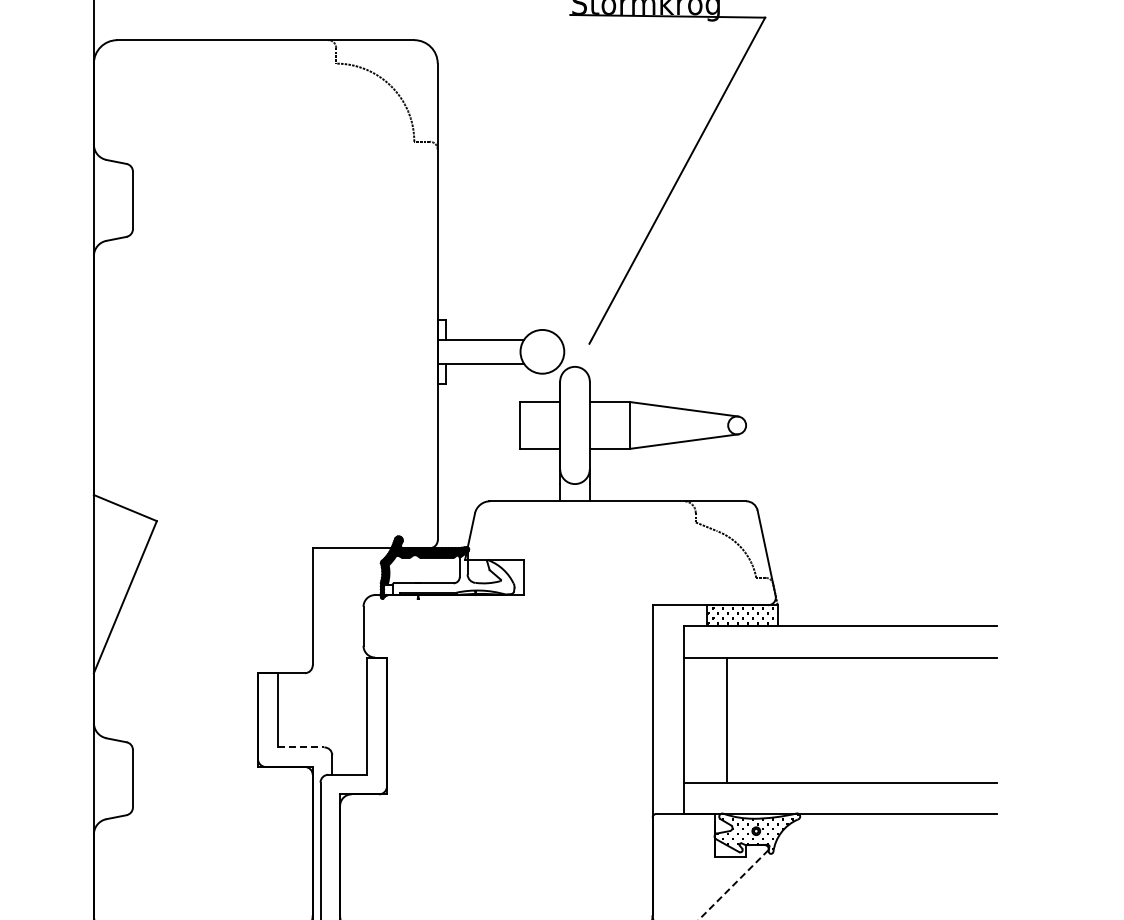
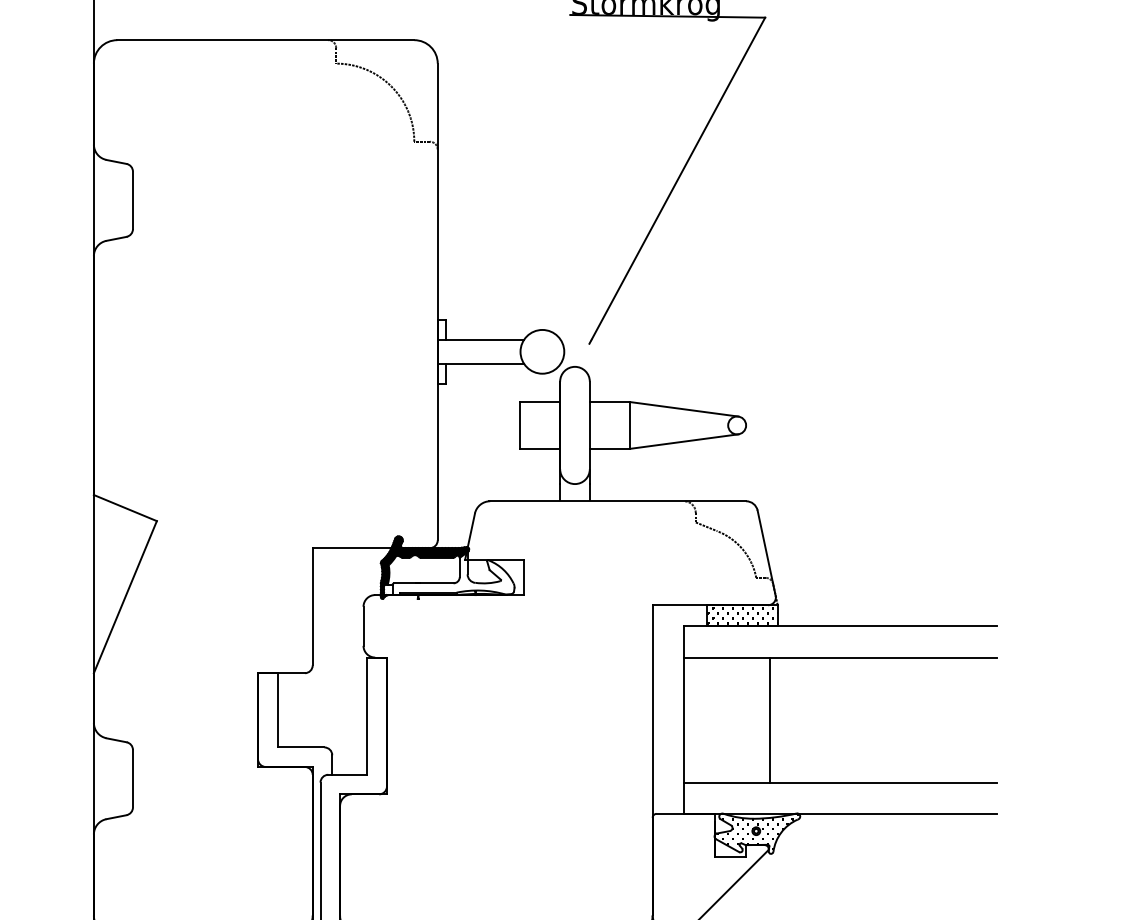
line at (726, 719) position: (726, 719) -> (769, 719)
line at (301, 747): dashed -> solid
line at (733, 885): dashed -> solid
